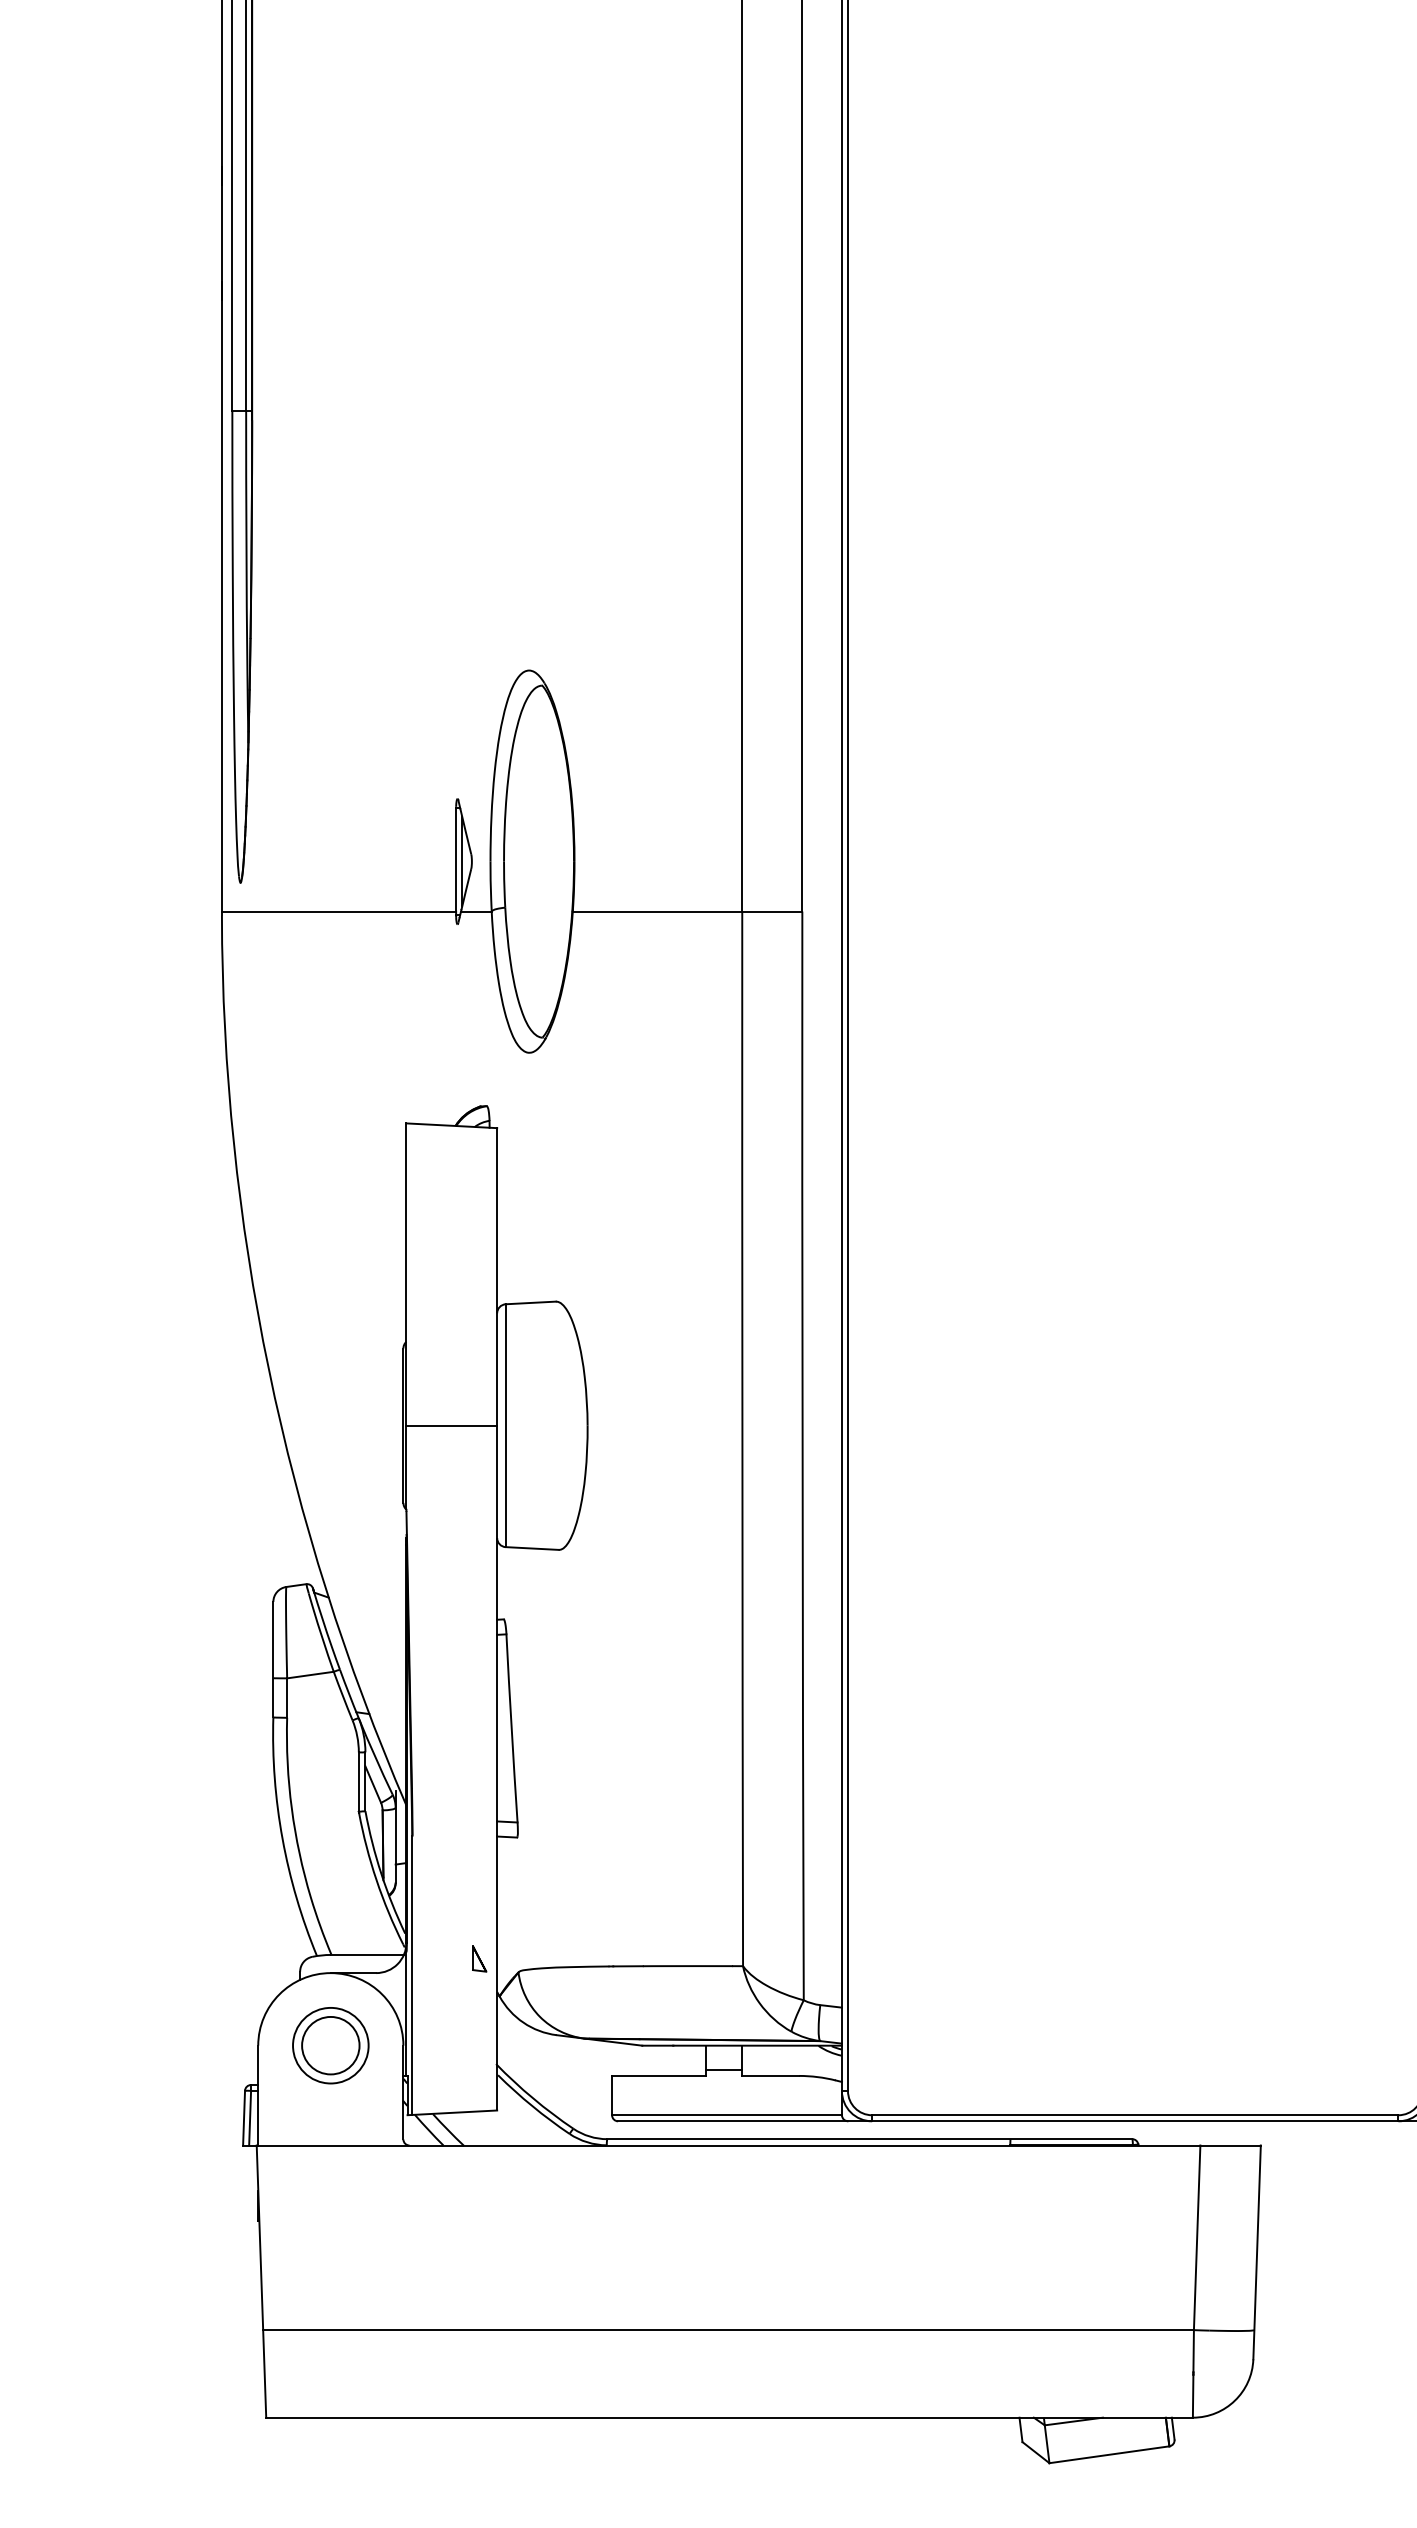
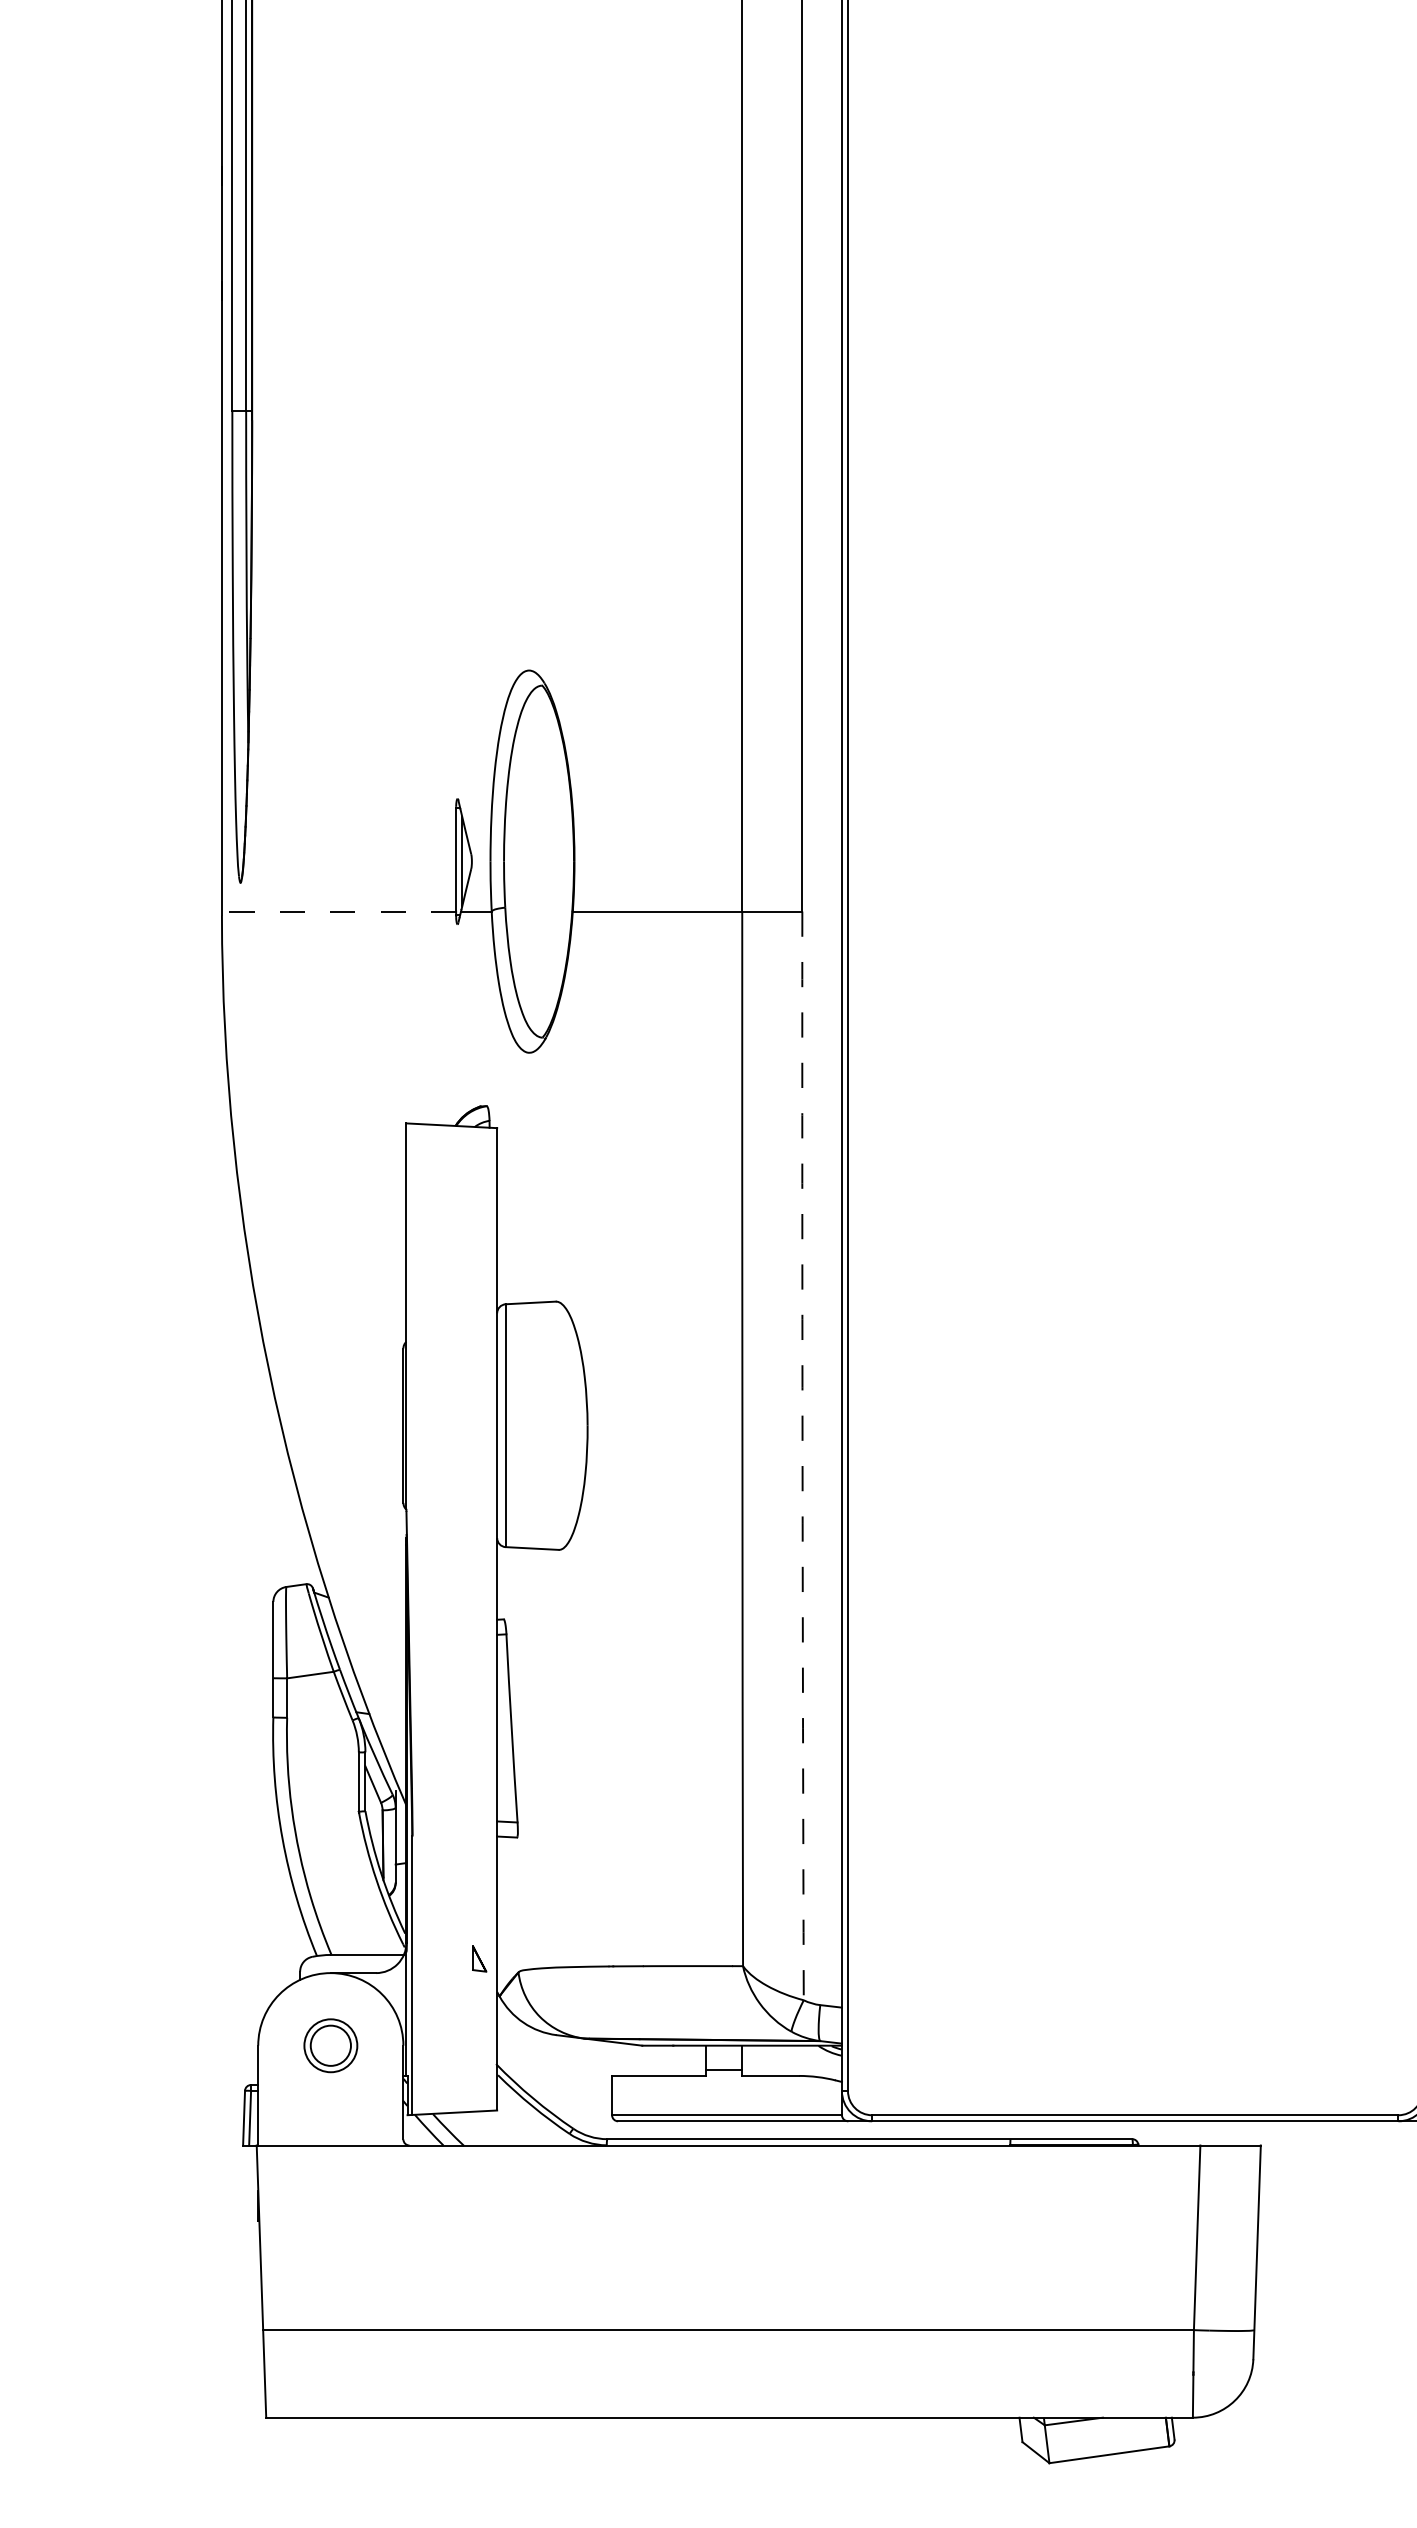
line at (338, 911): solid -> dashed
line at (451, 1425): present -> none
arc at (802, 1455): solid -> dashed
part at (330, 2045) size: 78x78 px -> 56x56 px
